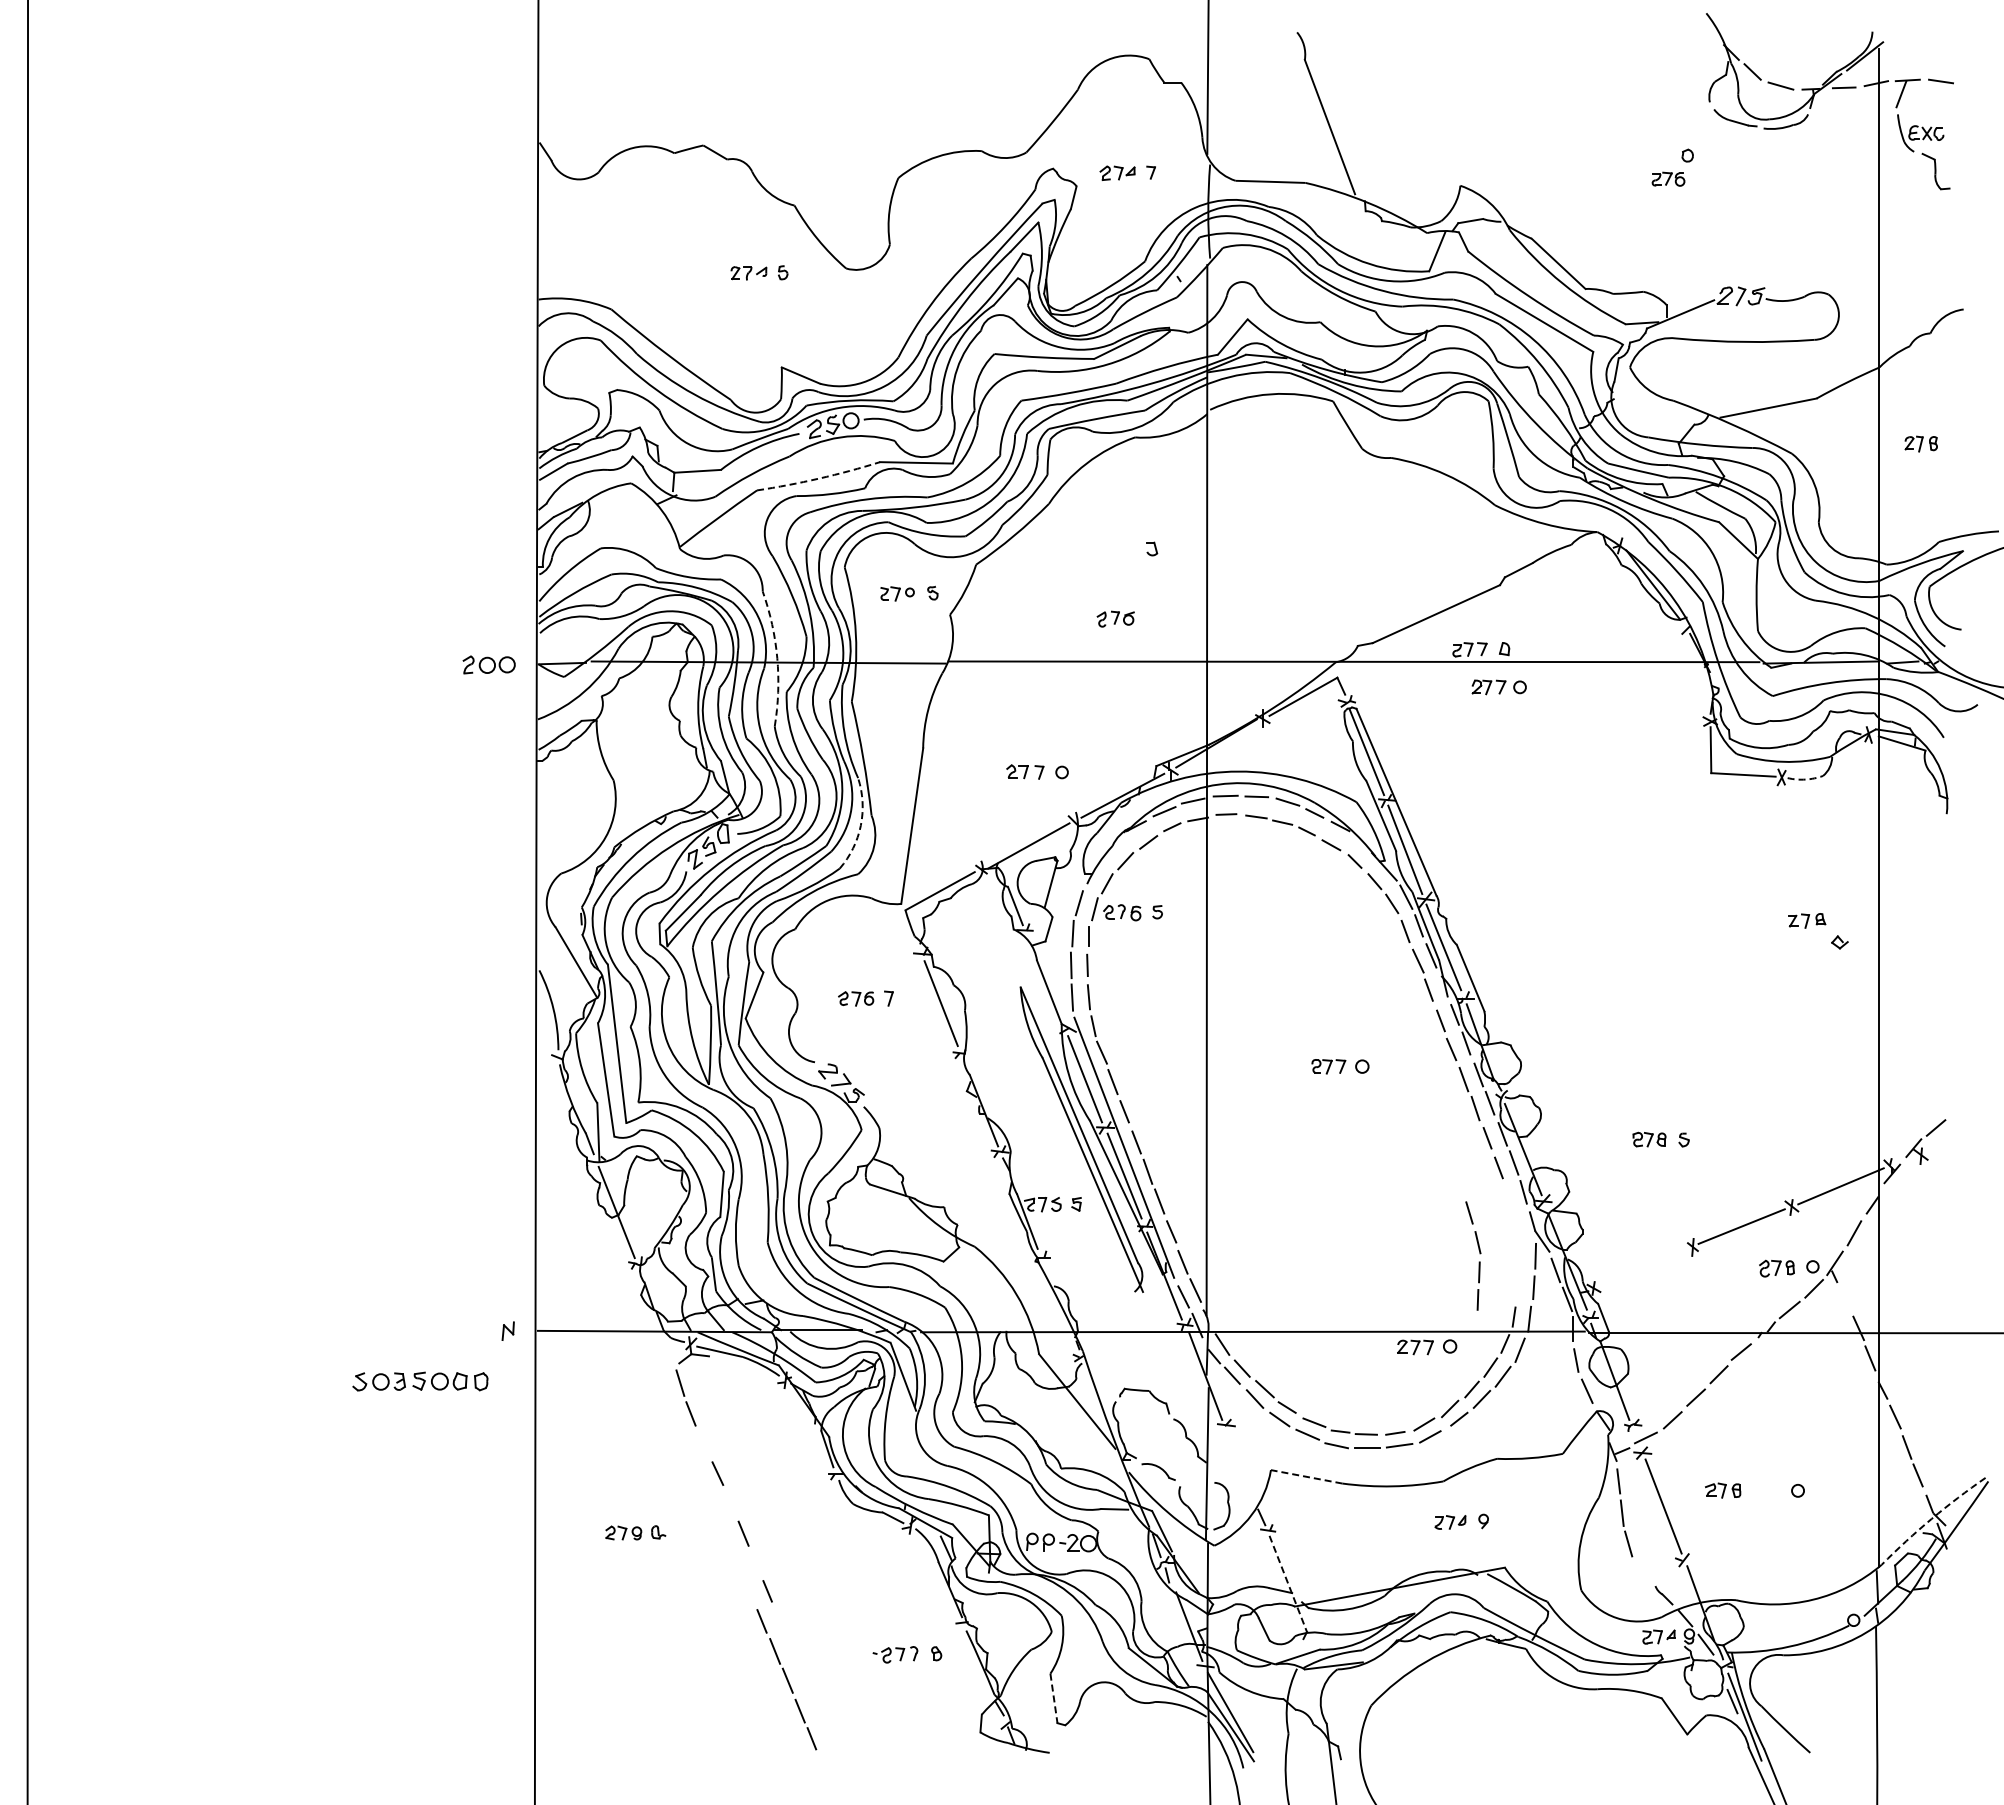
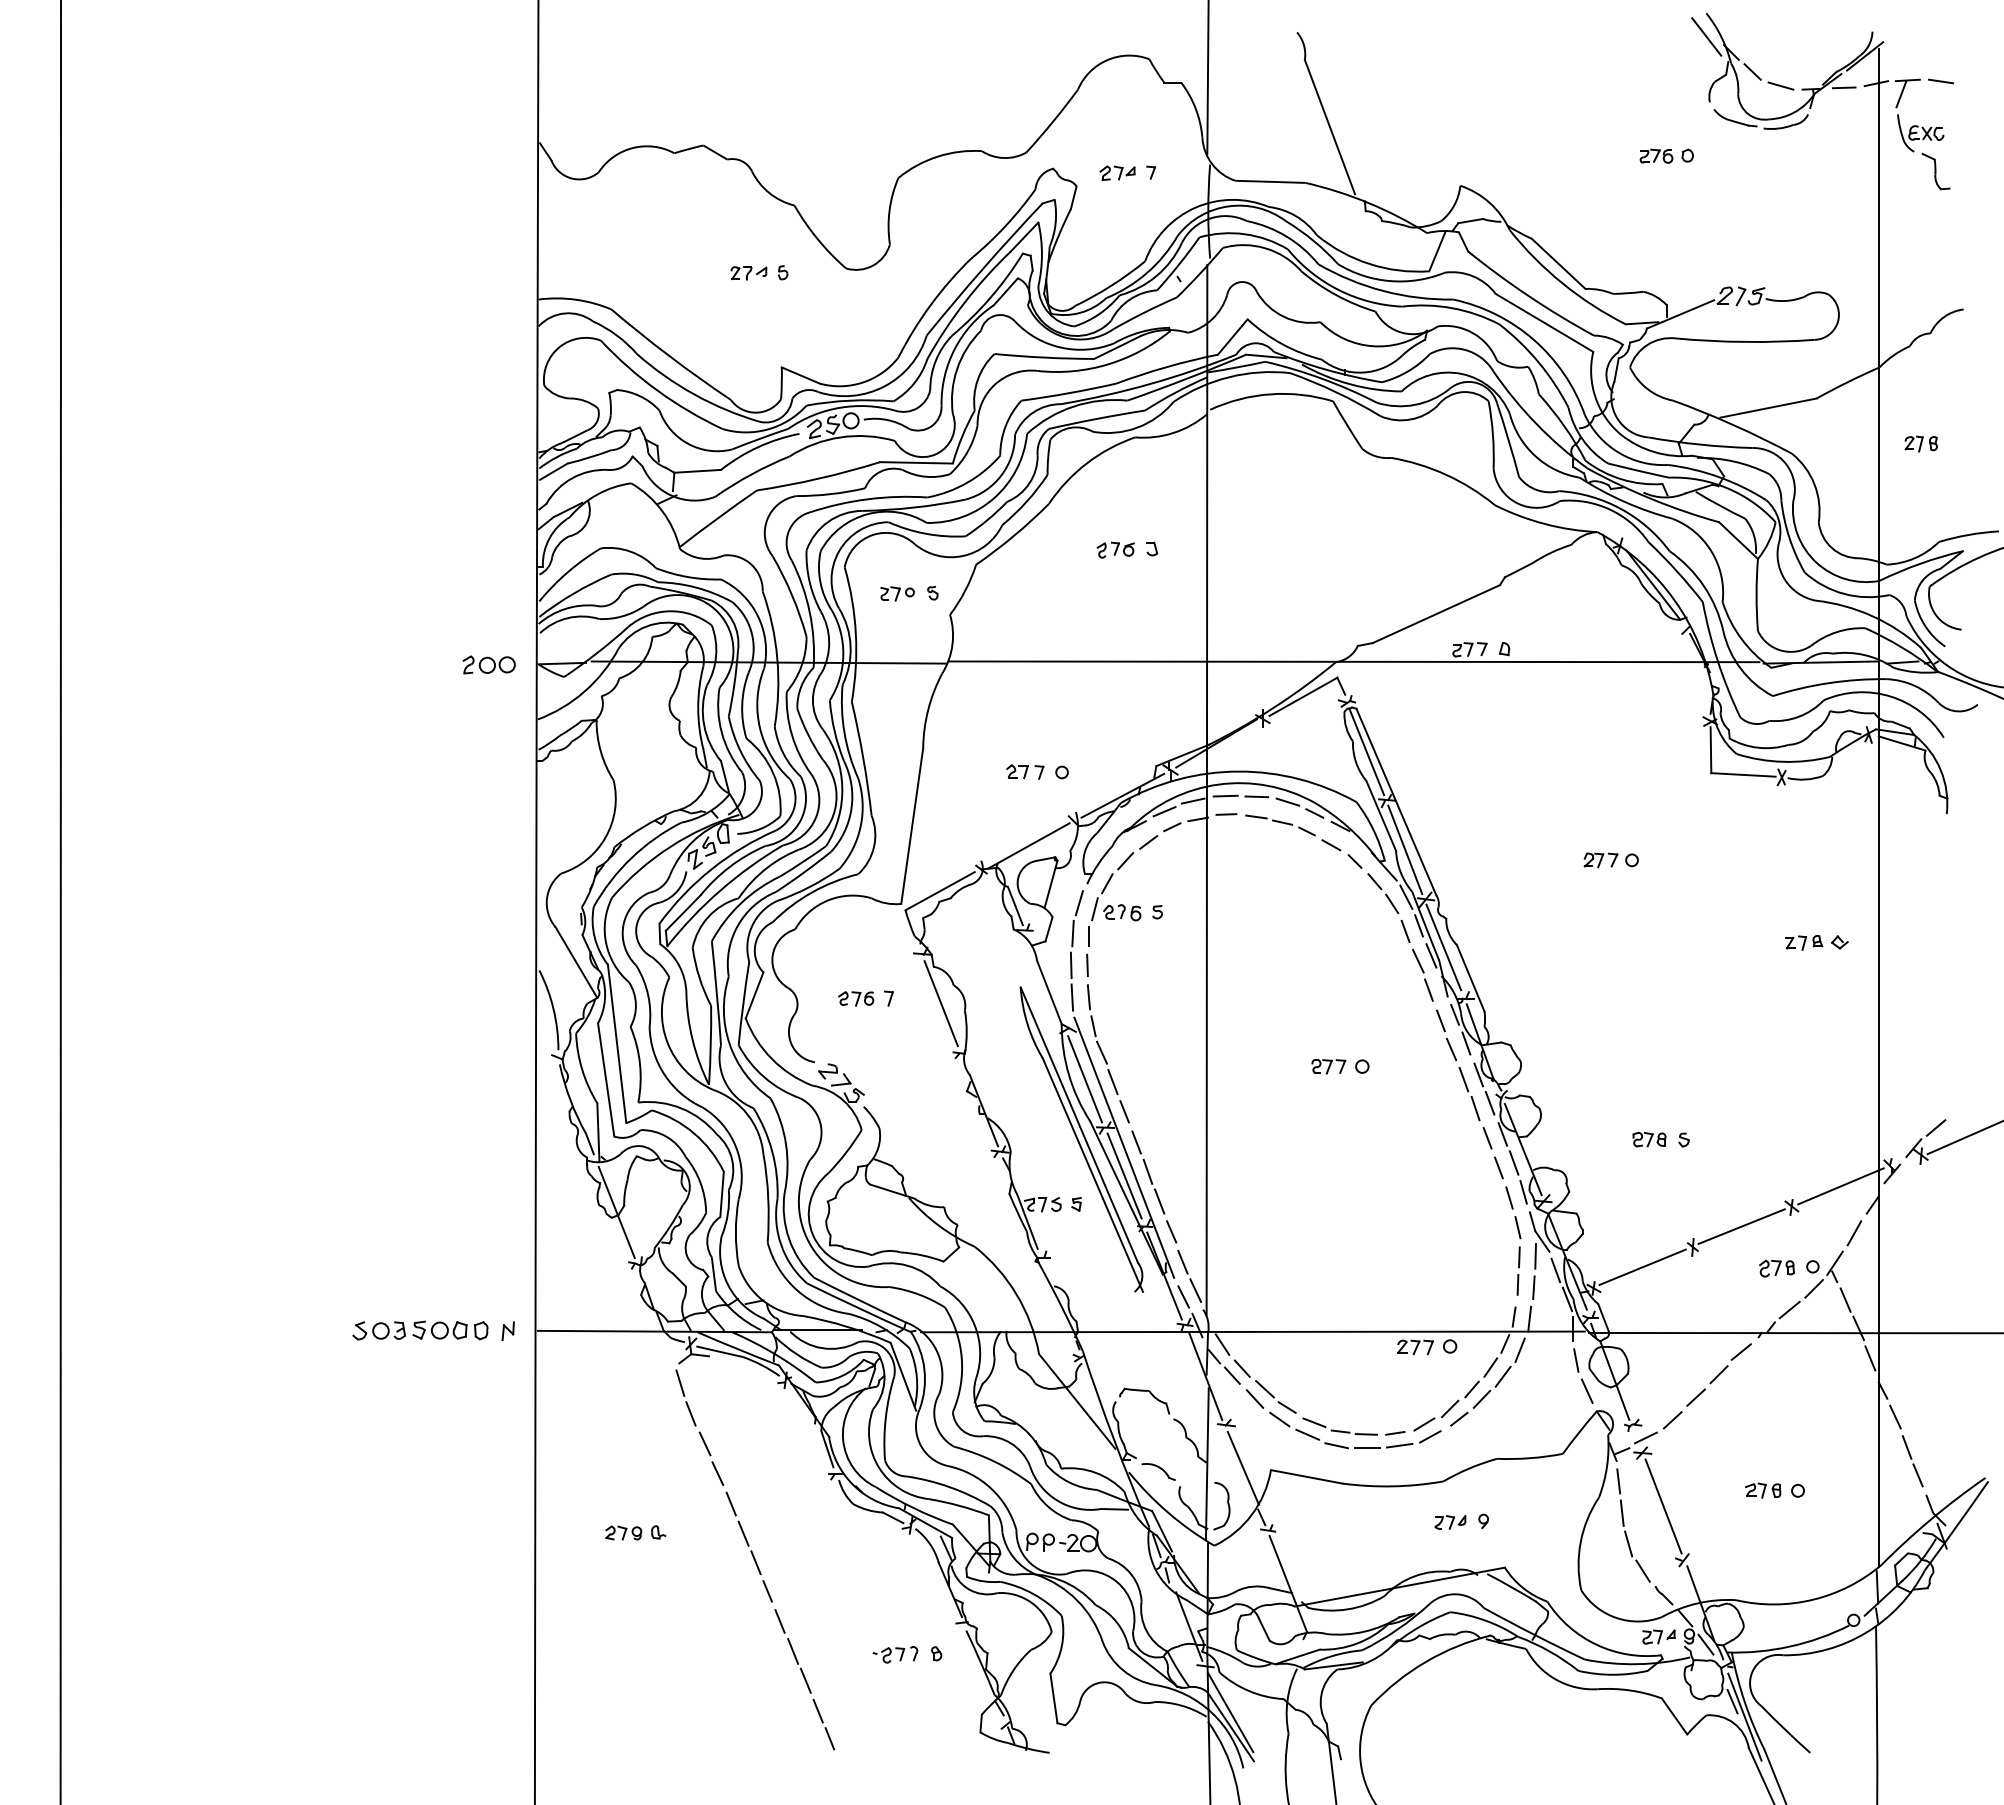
line at (1706, 36): none -> present
part at (1668, 178) position: (1668, 178) -> (1656, 155)
arc at (819, 478): dashed -> solid
part at (1115, 618) position: (1115, 618) -> (1115, 549)
arc at (777, 658): dashed -> solid
part at (1498, 687) position: (1498, 687) -> (1610, 860)
arc at (1805, 779): dashed -> solid
arc at (860, 825): dashed -> solid
line at (27, 901) position: (27, 901) -> (60, 901)
part at (1807, 920) position: (1807, 920) -> (1804, 942)
line at (1963, 1138): none -> present
part at (1479, 1253) position: (1479, 1253) -> (1519, 1238)
line at (1642, 1266): none -> present
line at (1845, 1299): none -> present
part at (420, 1381) position: (420, 1381) -> (420, 1330)
line at (704, 1443): none -> present
line at (1242, 1467): none -> present
line at (1306, 1476): dashed -> solid
part at (1723, 1490) position: (1723, 1490) -> (1763, 1490)
line at (730, 1503): none -> present
arc at (1931, 1518): dashed -> solid
line at (755, 1562): none -> present
line at (1642, 1570): none -> present
line at (1288, 1583): dashed -> solid
part at (786, 1679) position: (786, 1679) -> (804, 1679)
line at (1053, 1698): dashed -> solid
